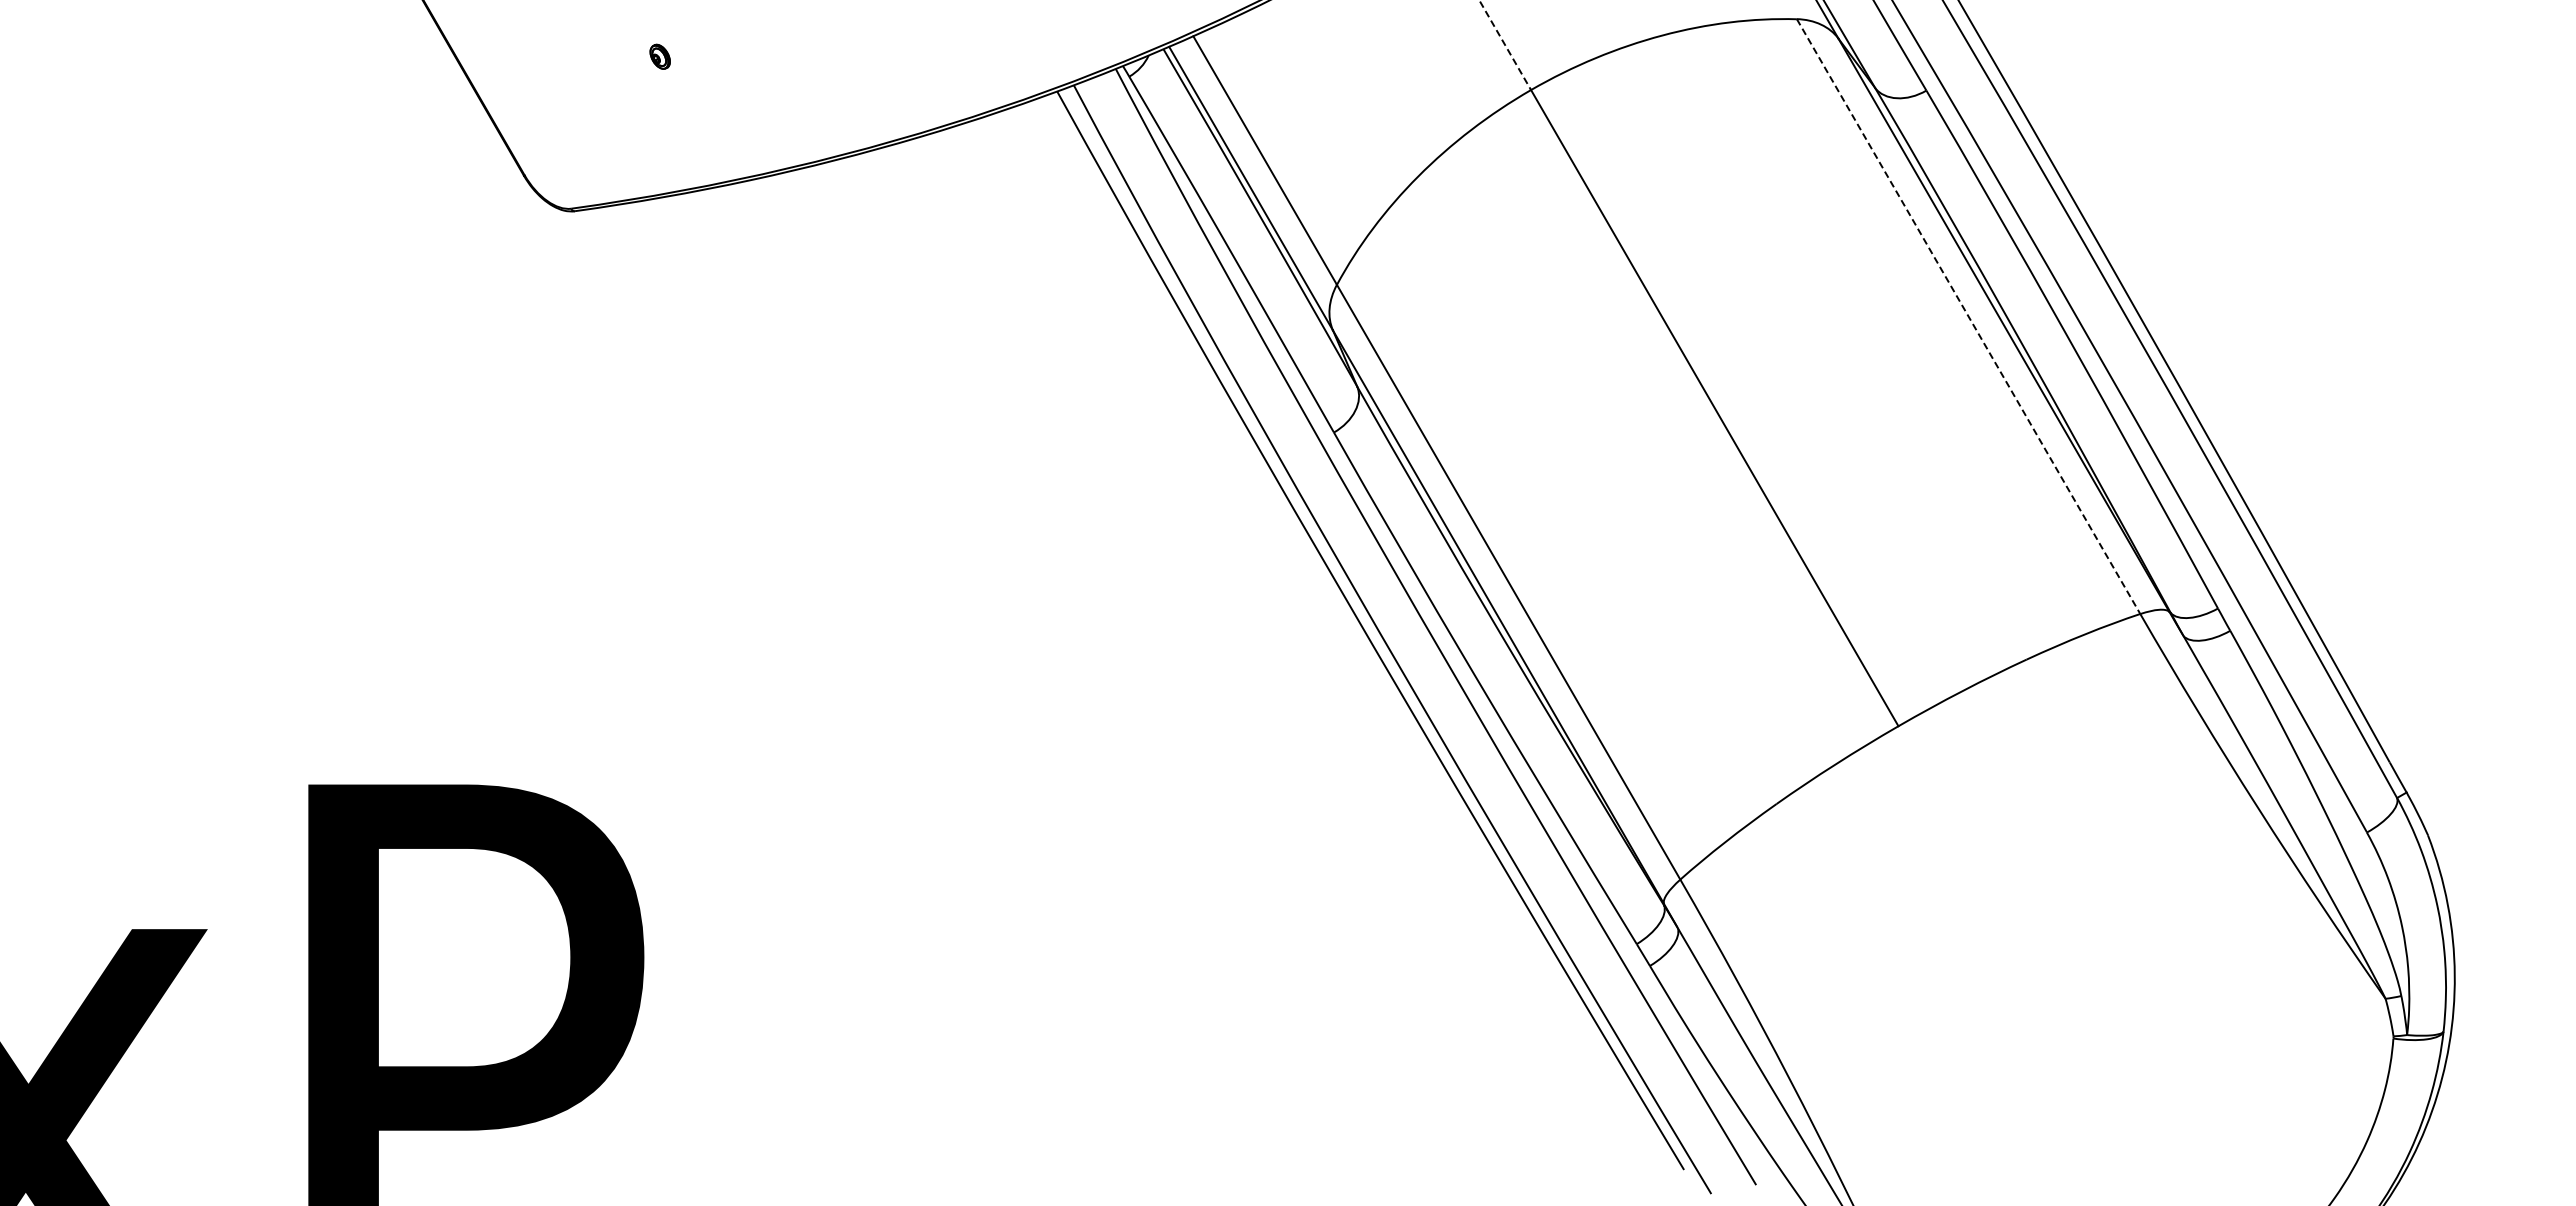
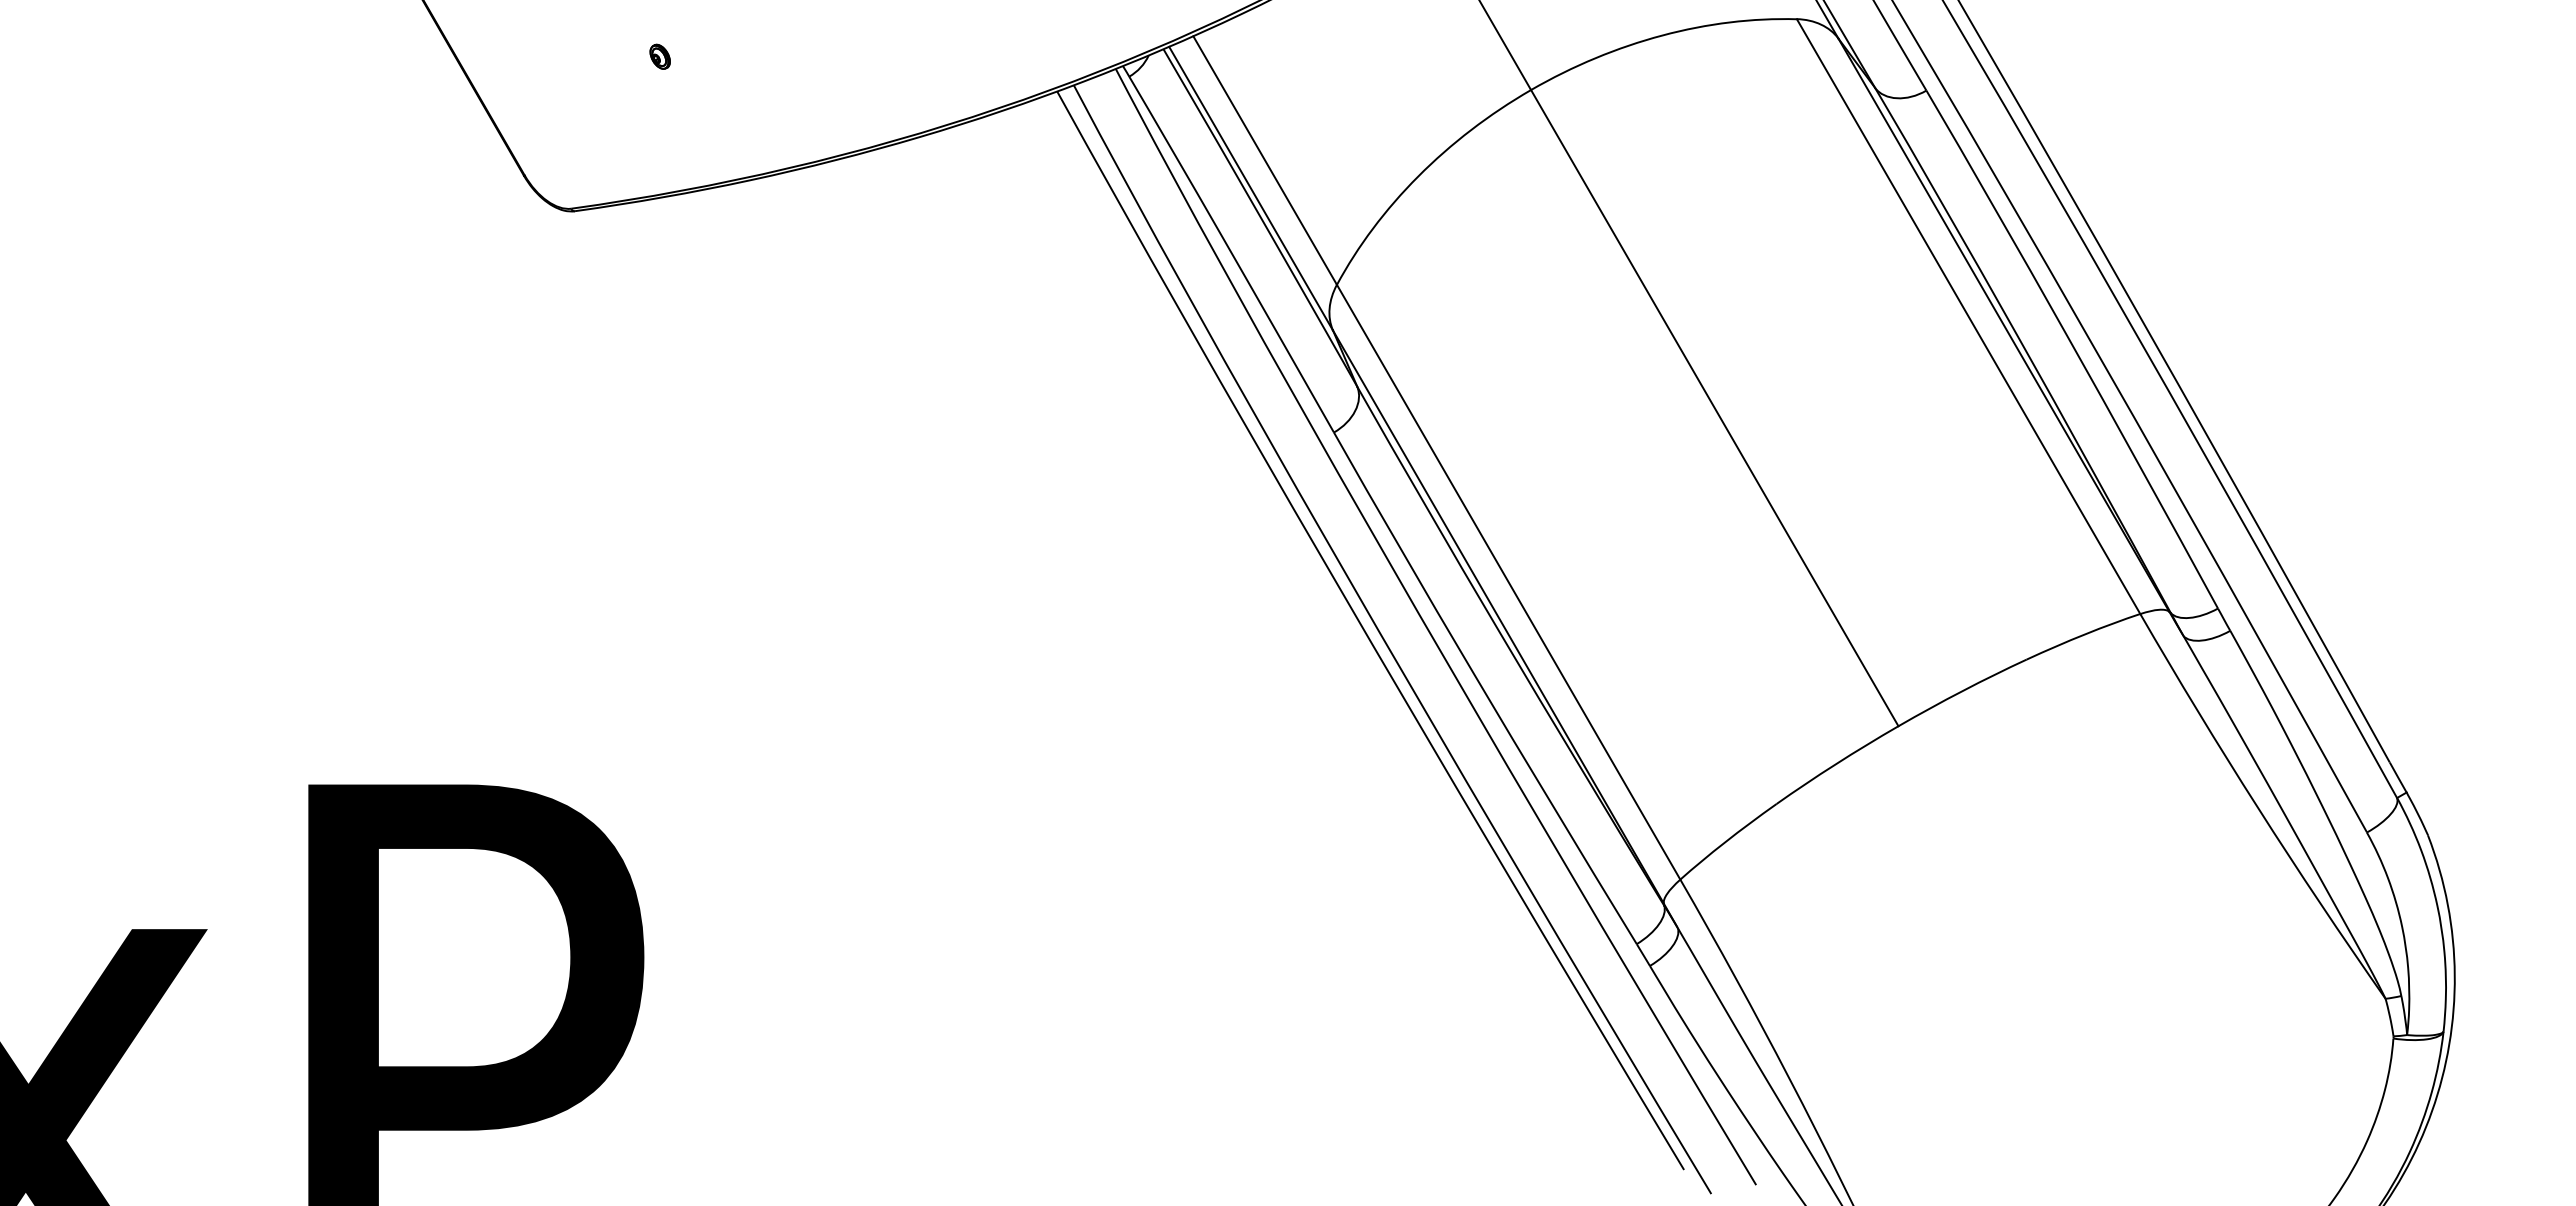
line at (1505, 45): dashed -> solid
line at (1968, 317): dashed -> solid
